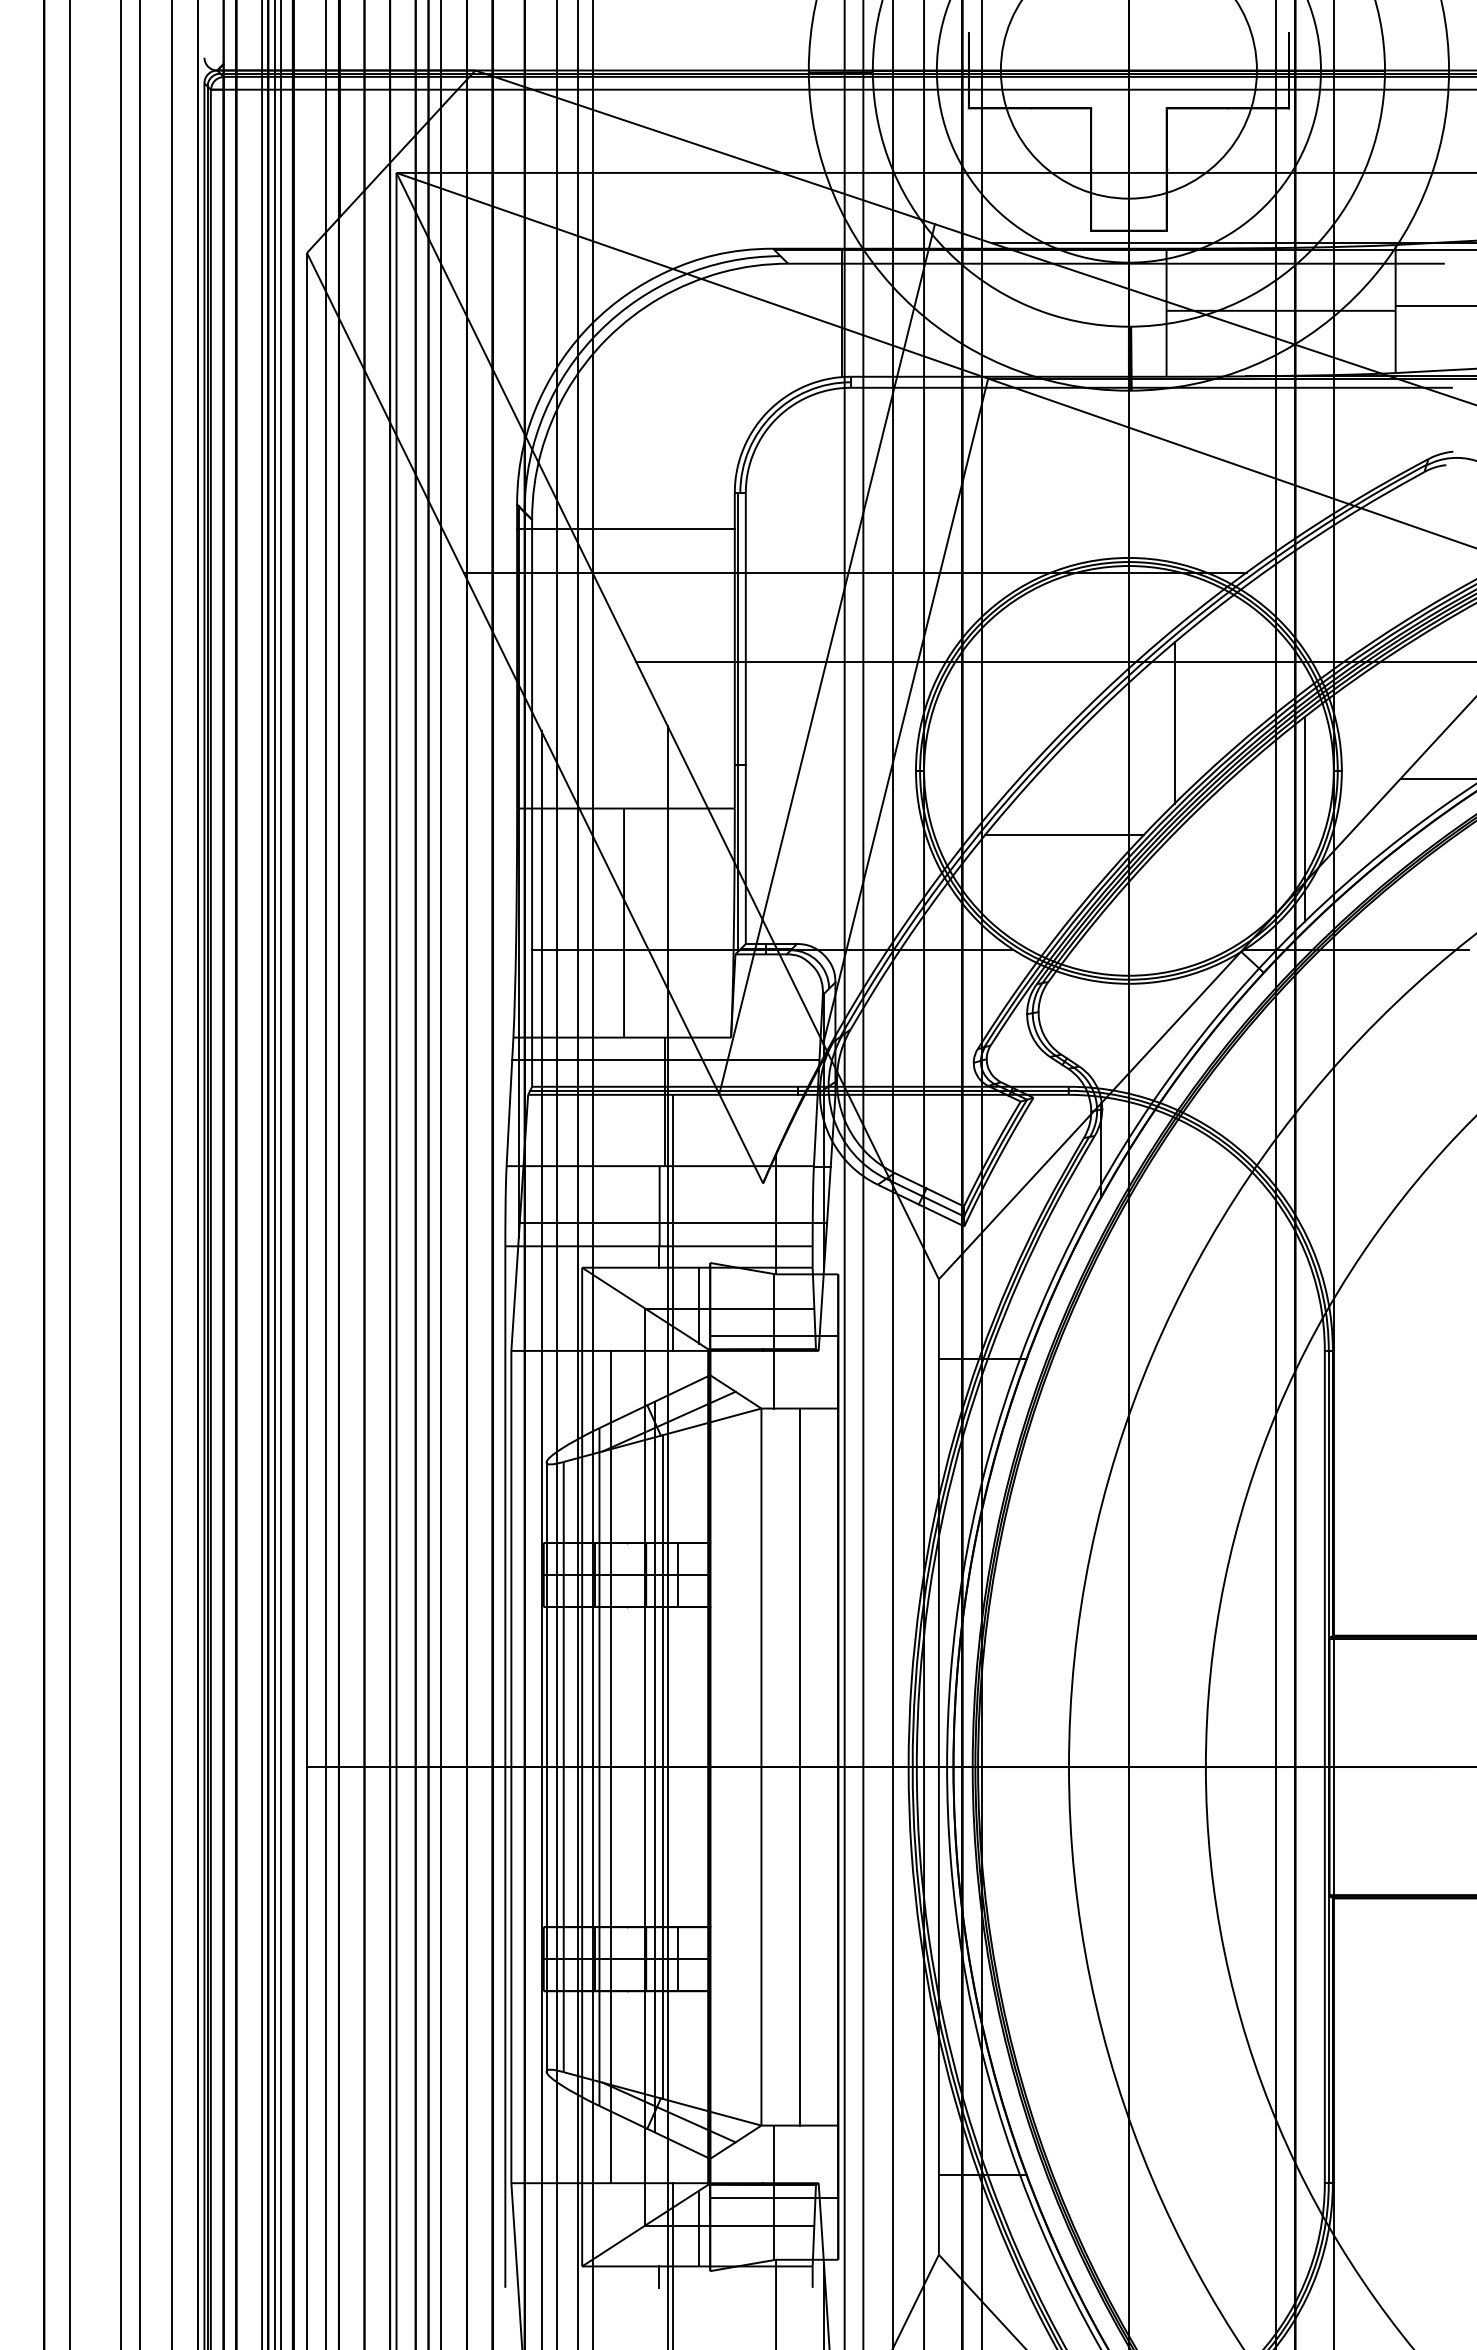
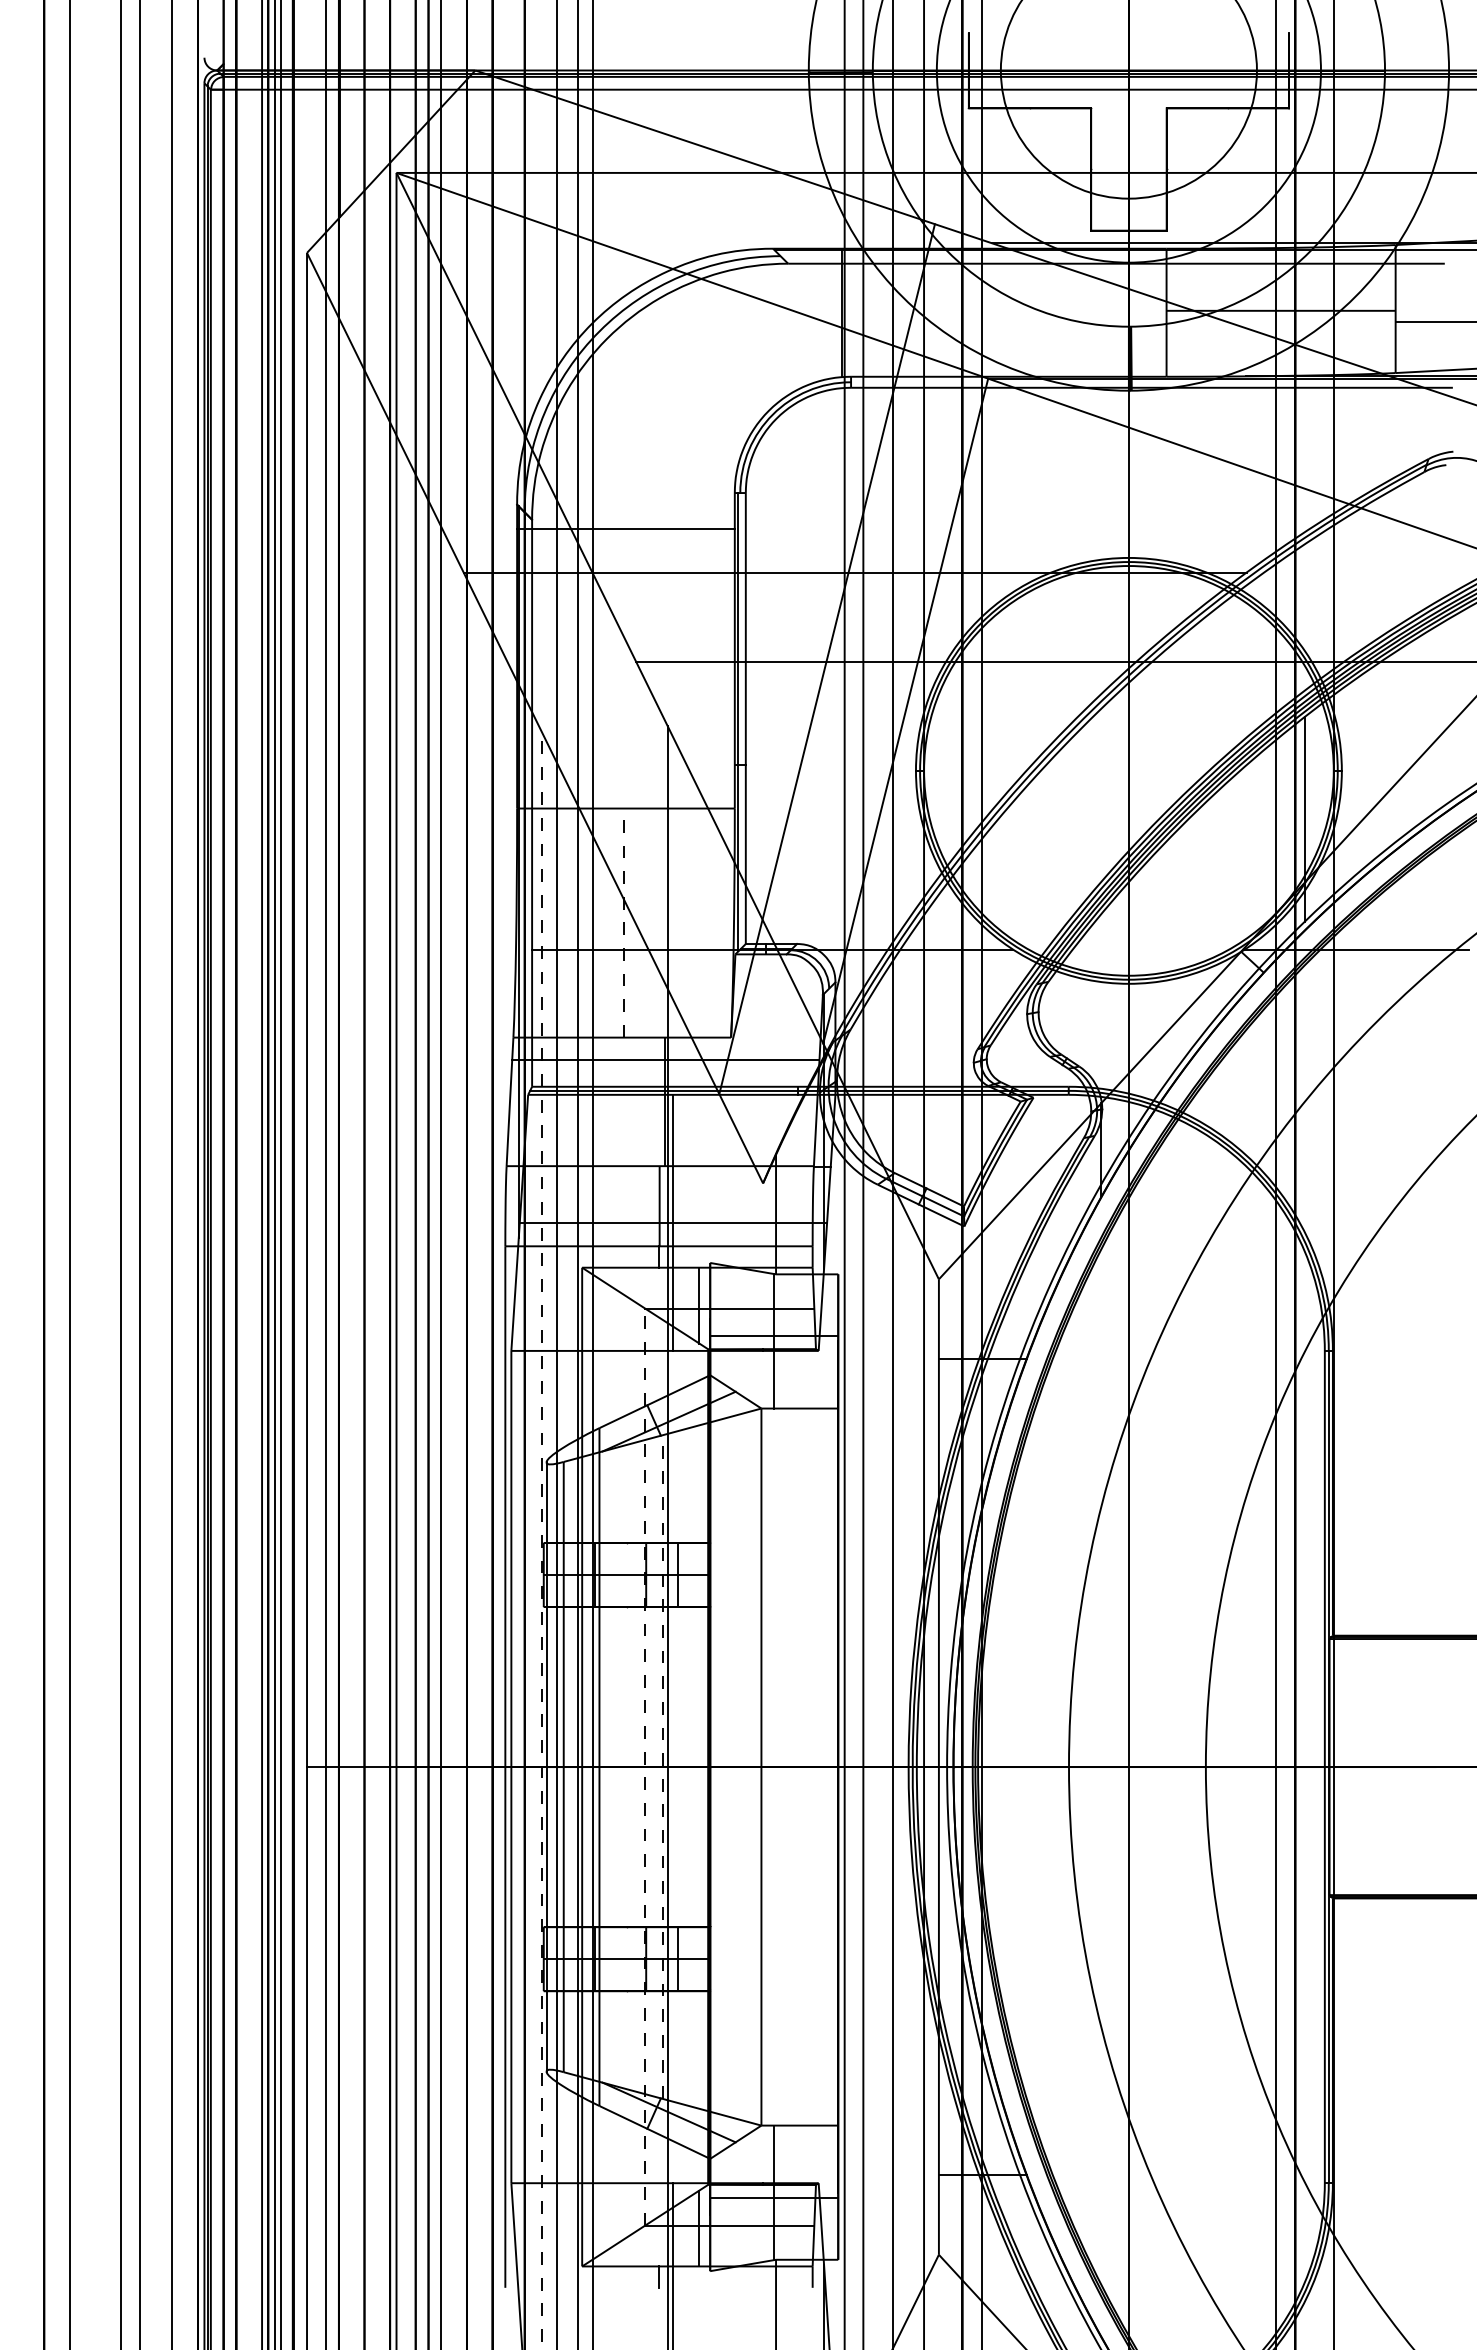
line at (1434, 305) position: (1434, 305) -> (1434, 321)
line at (1174, 722): present -> none
line at (1436, 778): present -> none
line at (1063, 835): present -> none
arc at (624, 926): solid -> dashed
line at (541, 1540): solid -> dashed
line at (610, 1766): present -> none
line at (645, 1766): solid -> dashed
line at (654, 1766): present -> none
line at (799, 1766): present -> none
line at (662, 1767): solid -> dashed
